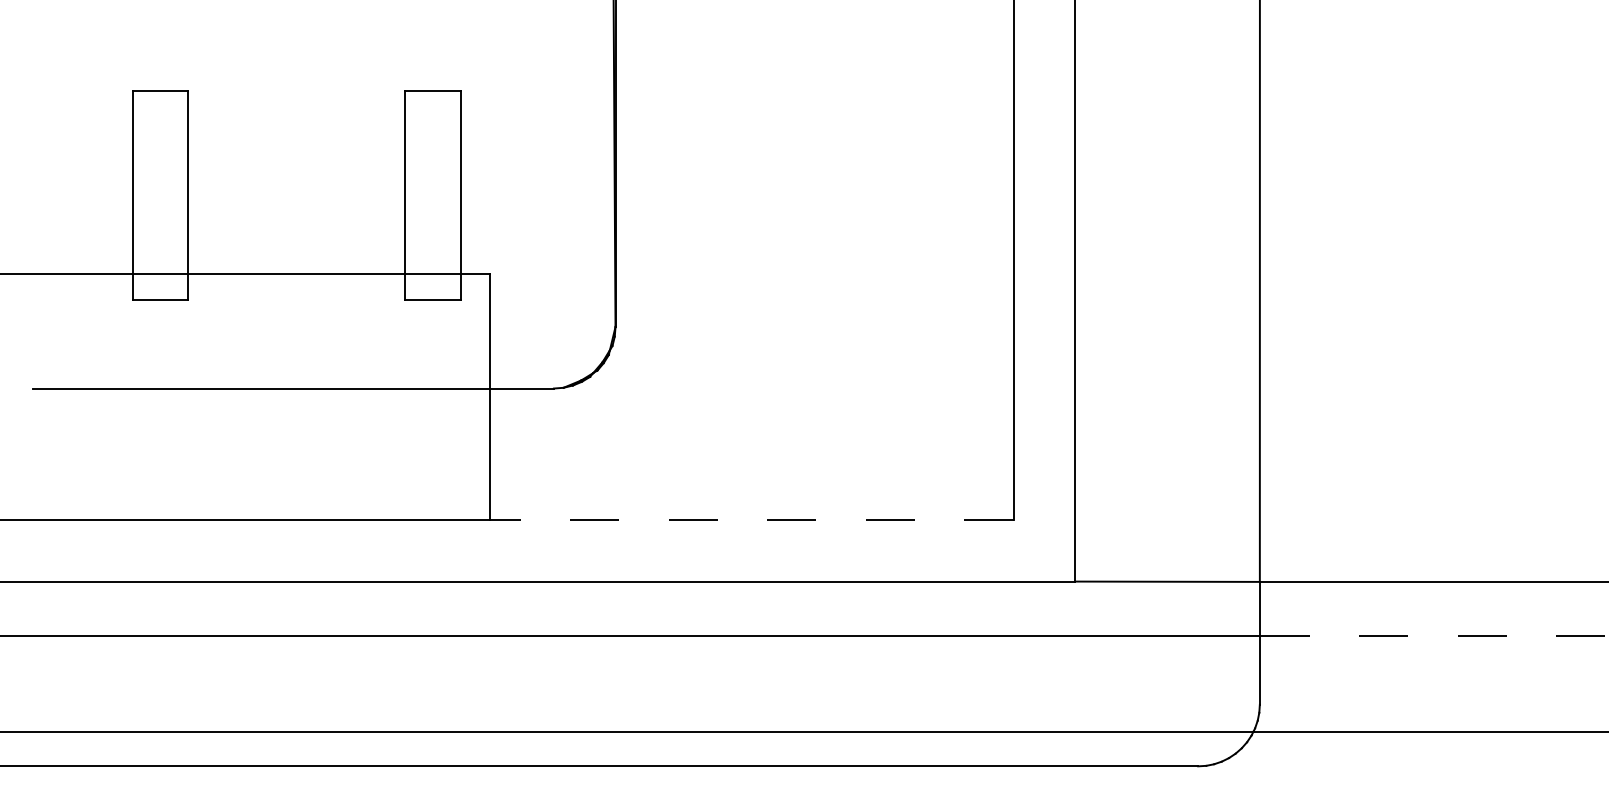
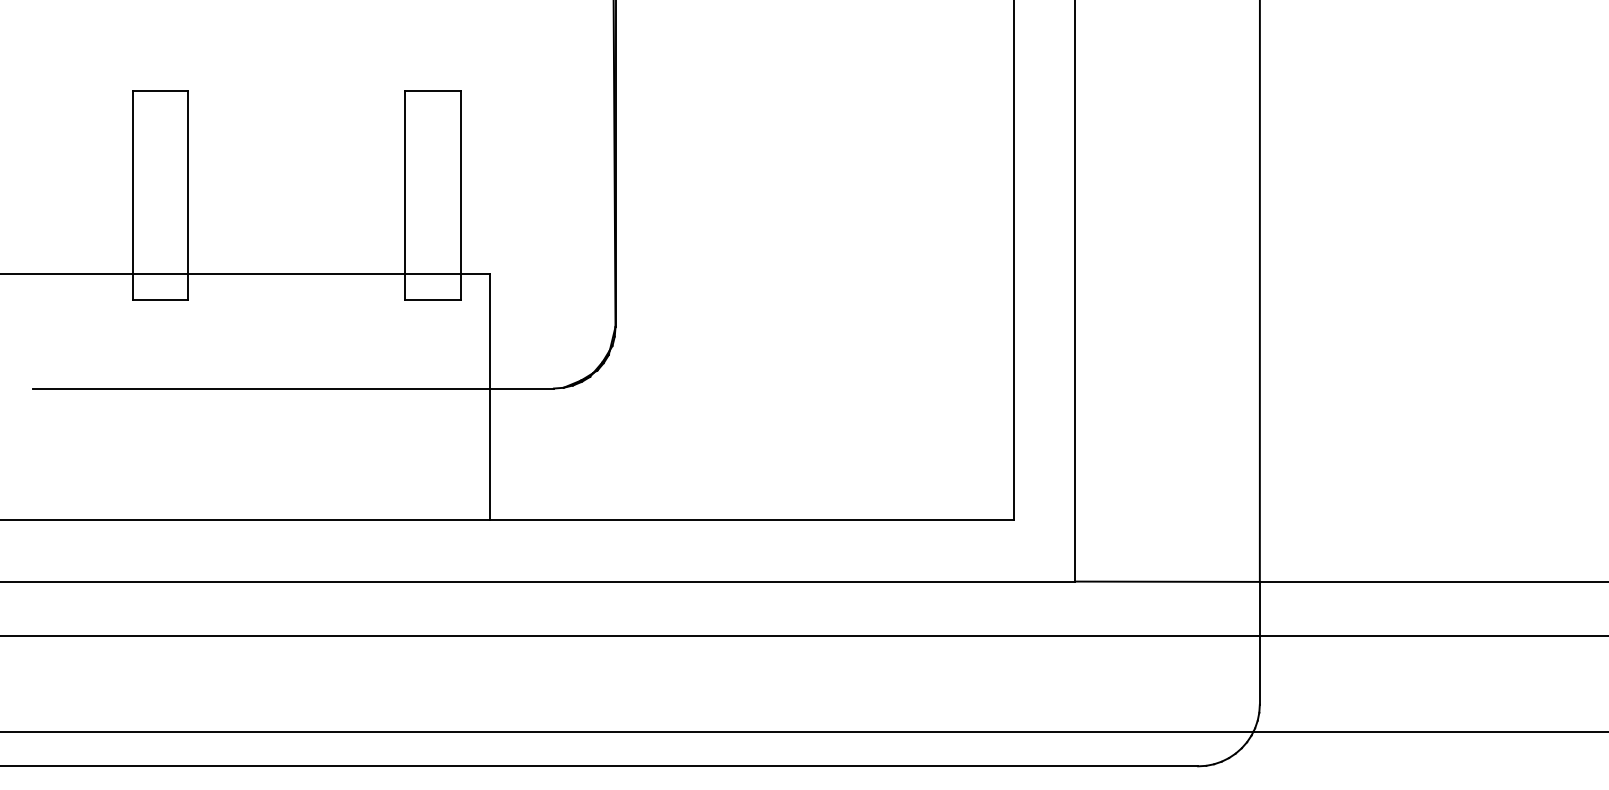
line at (751, 519): dashed -> solid
line at (1433, 636): dashed -> solid
